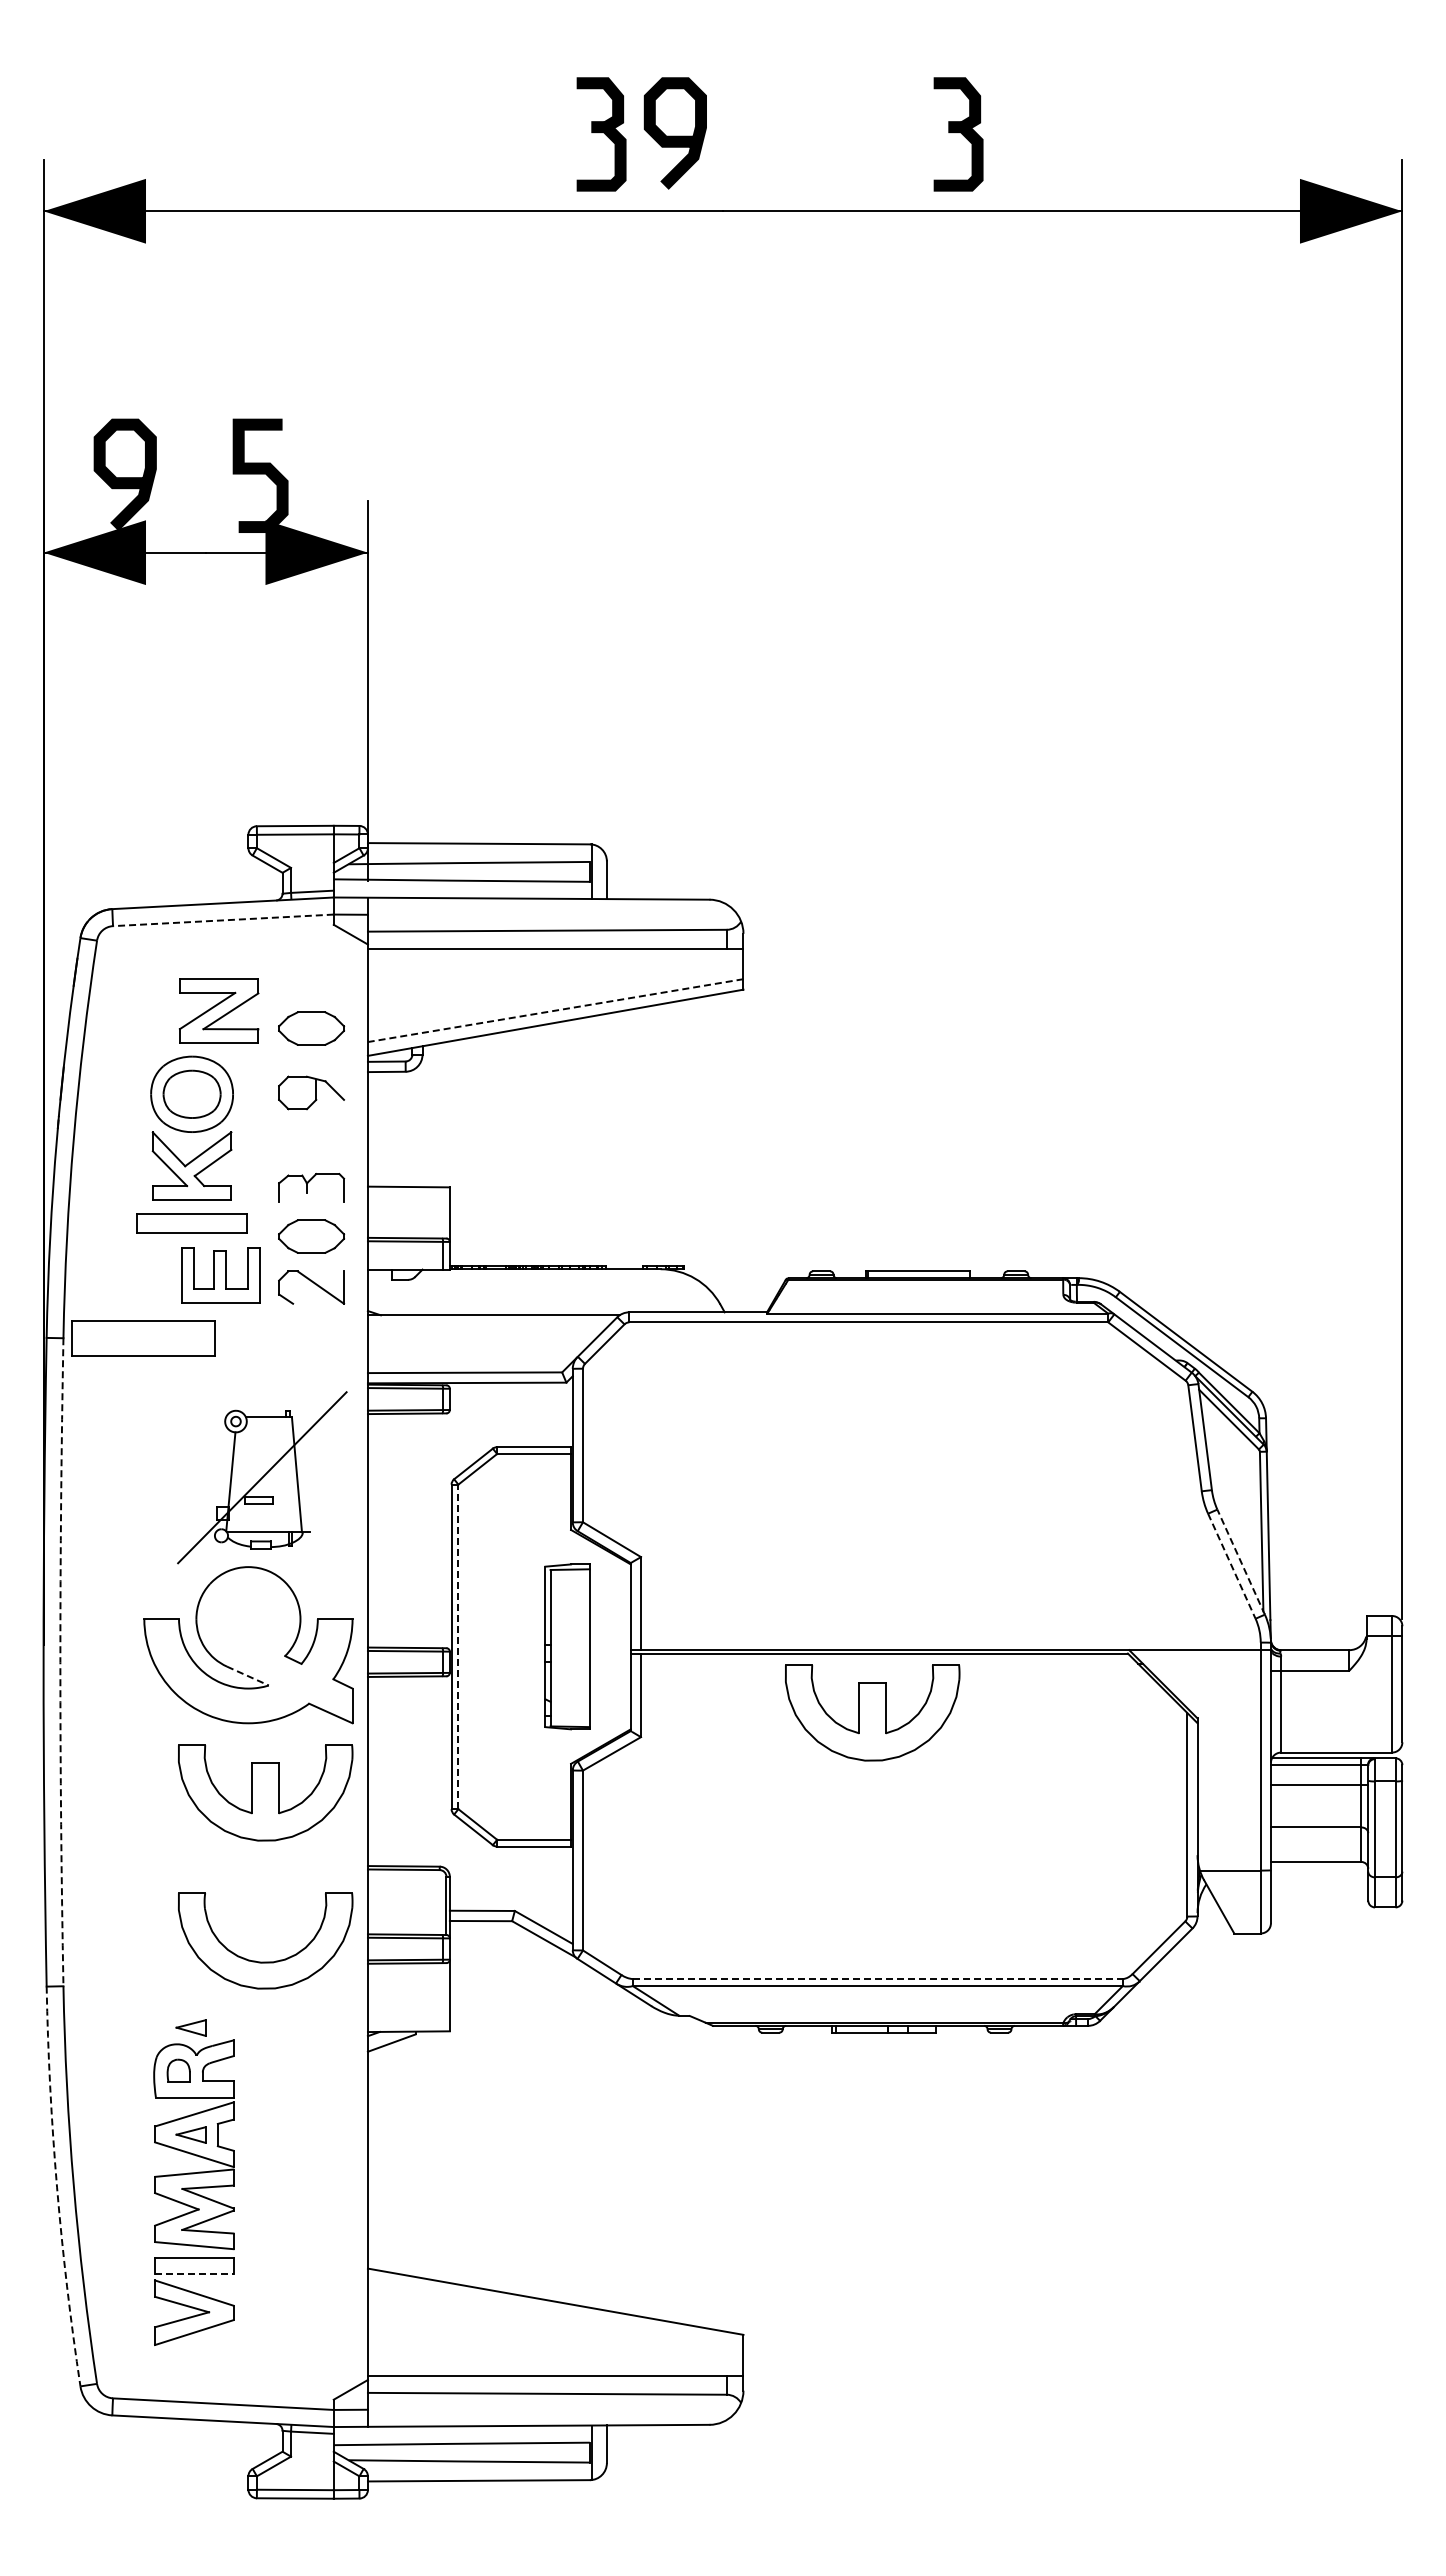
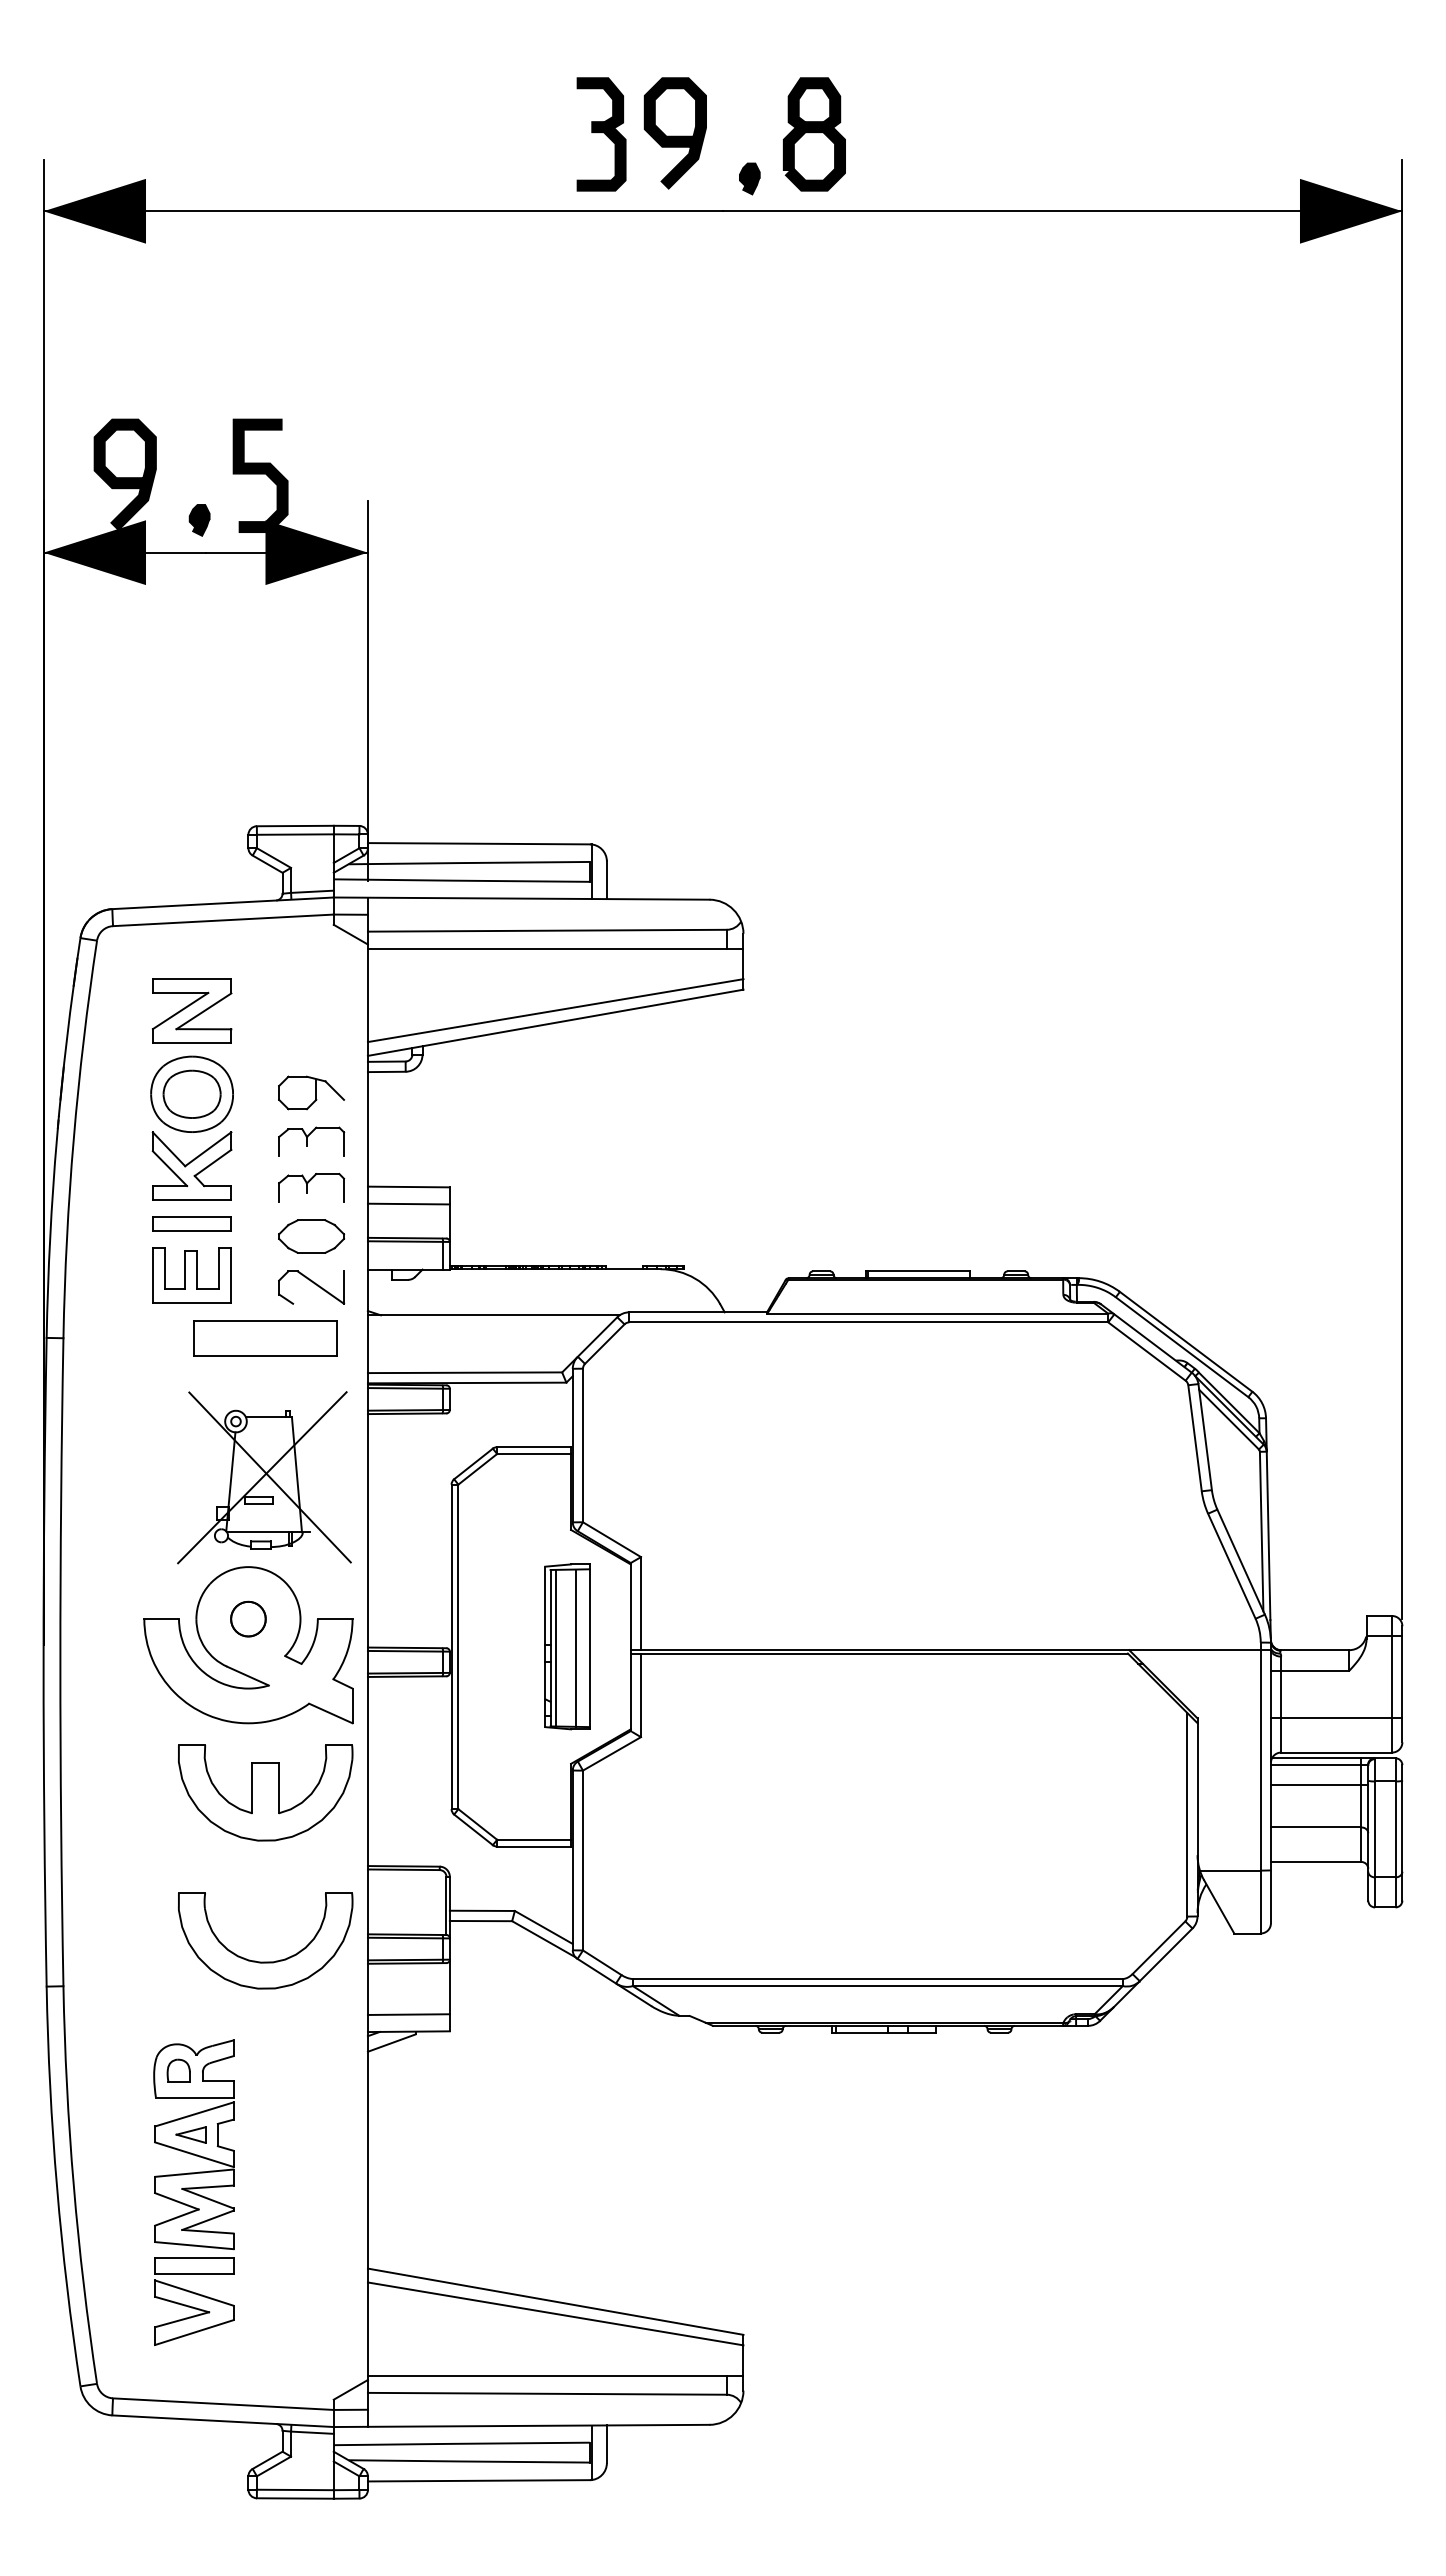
part at (814, 134): none -> present
part at (958, 134): present -> none
part at (749, 178): none -> present
part at (199, 520): none -> present
line at (223, 920): dashed -> solid
part at (219, 1010) position: (219, 1010) -> (192, 1010)
line at (555, 1010): dashed -> solid
part at (311, 1028): present -> none
part at (311, 1141): none -> present
line at (408, 1203): none -> present
part at (191, 1223) size: 112x21 px -> 80x16 px
part at (220, 1275) position: (220, 1275) -> (191, 1275)
part at (143, 1338) position: (143, 1338) -> (265, 1338)
line at (269, 1477): none -> present
line at (1241, 1562): dashed -> solid
line at (1231, 1566): dashed -> solid
part at (248, 1618): none -> present
line at (458, 1646): dashed -> solid
line at (556, 1647): none -> present
line at (576, 1647): none -> present
arc at (60, 1662): dashed -> solid
line at (247, 1676): dashed -> solid
part at (872, 1712): present -> none
line at (1336, 1718): none -> present
line at (878, 1978): dashed -> solid
line at (408, 2014): none -> present
part at (190, 2027): present -> none
arc at (57, 2187): dashed -> solid
line at (194, 2274): dashed -> solid
line at (555, 2313): none -> present
